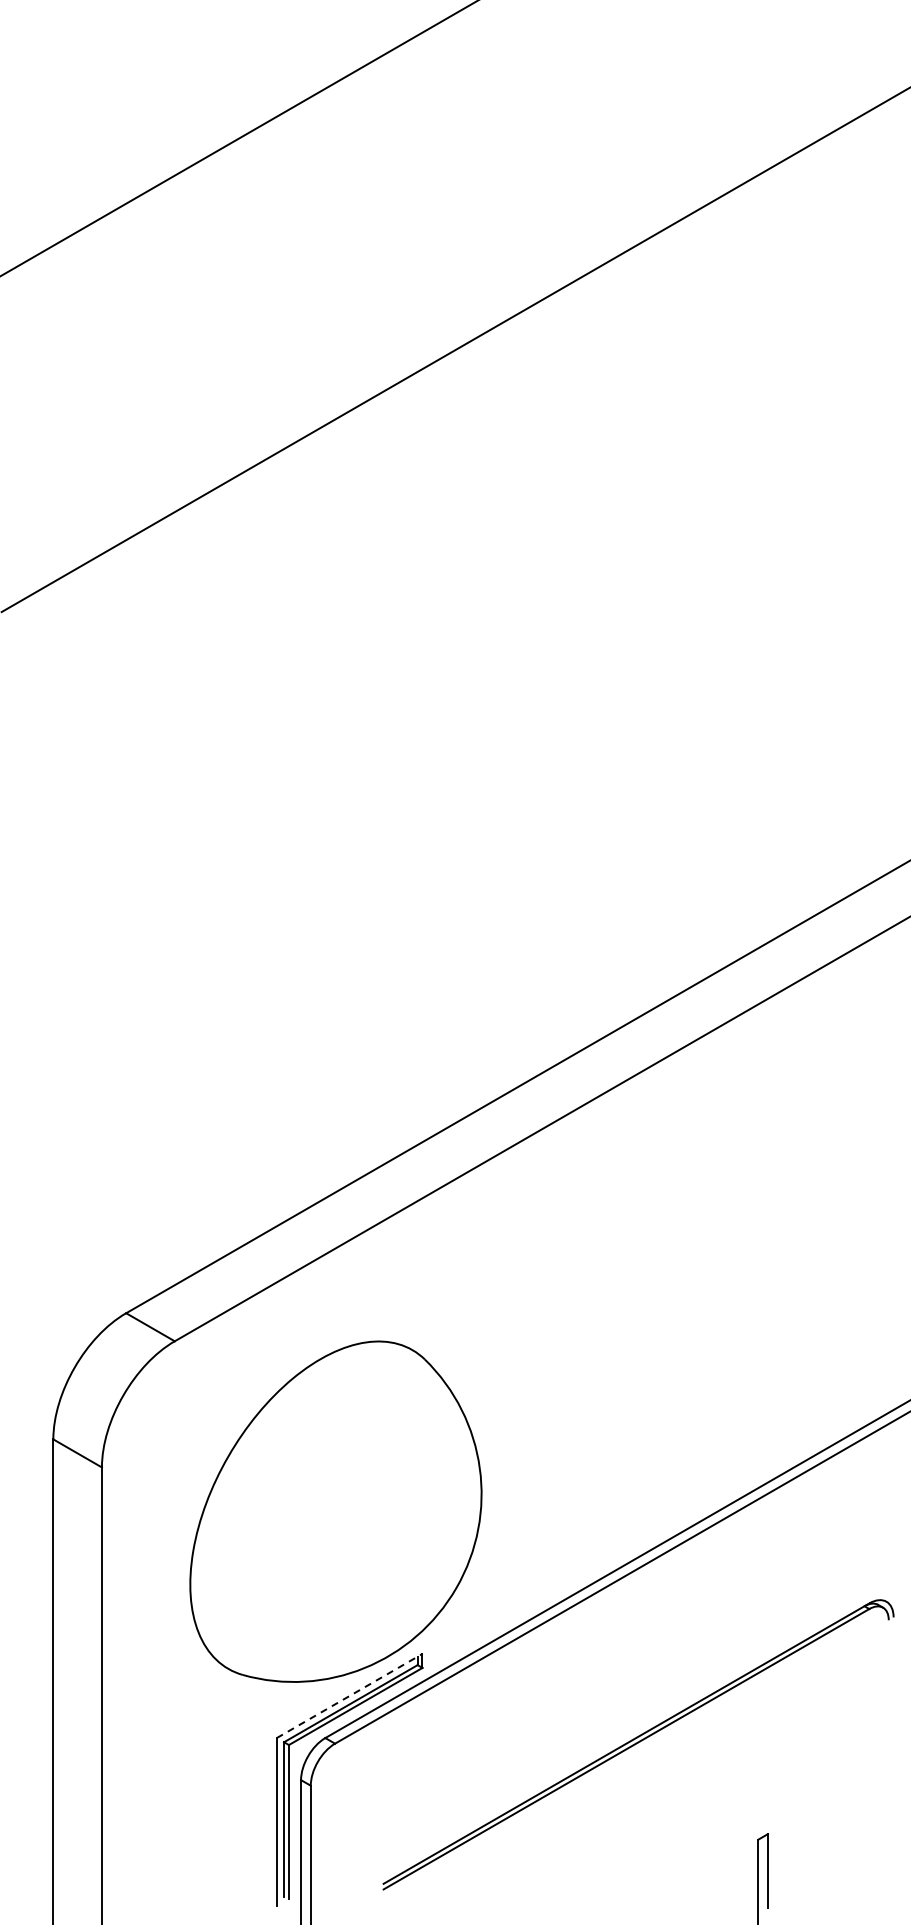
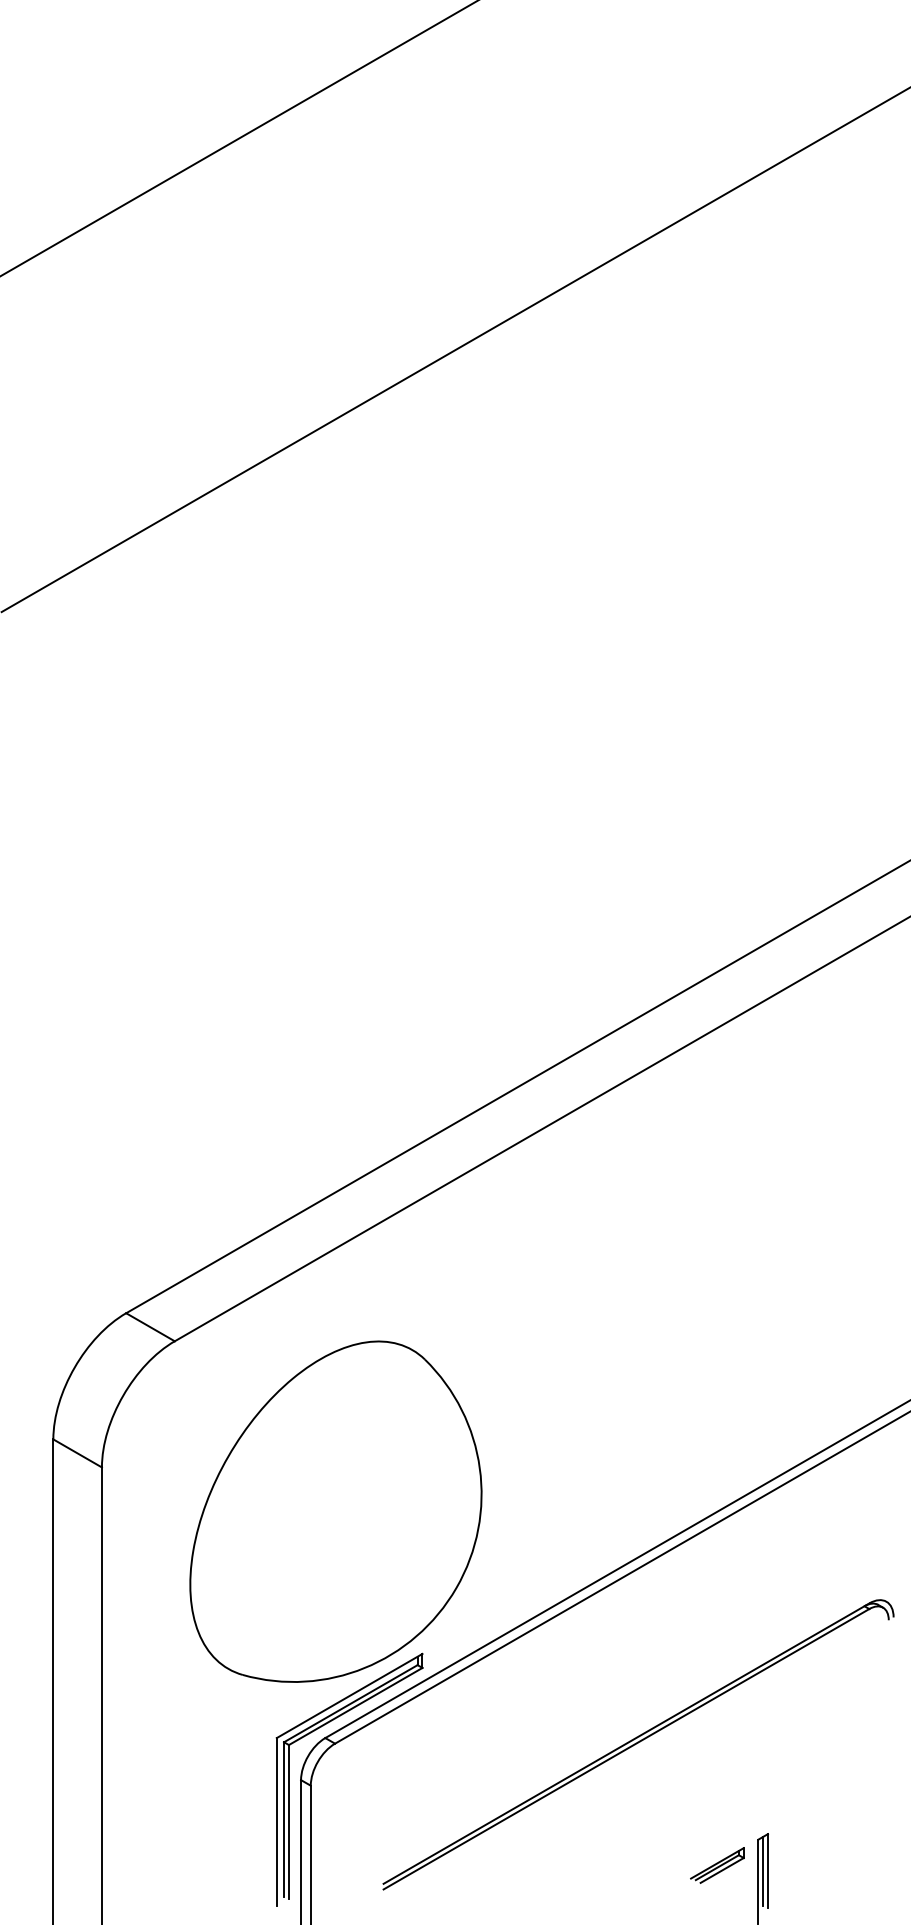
line at (350, 1695): dashed -> solid
part at (717, 1865): none -> present
line at (763, 1870): none -> present
